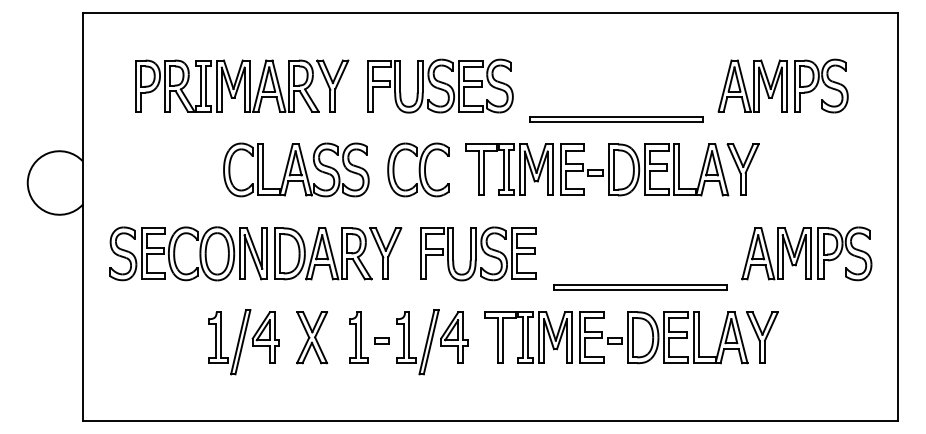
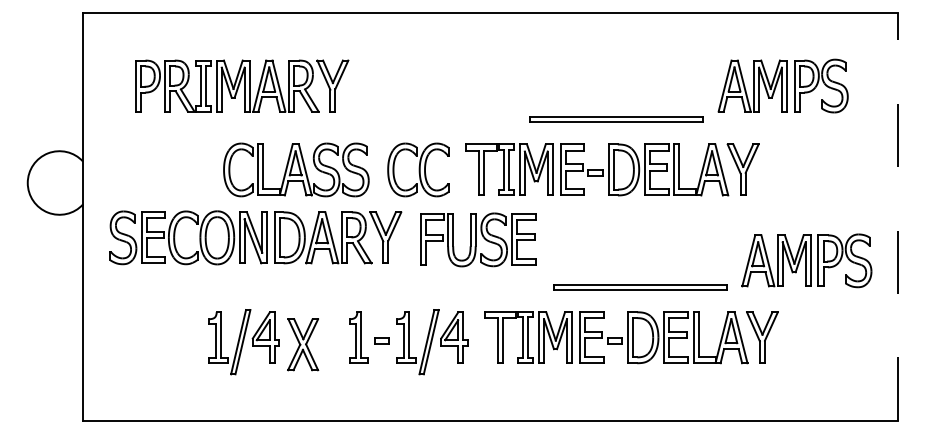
part at (440, 85): present -> none
line at (898, 217): solid -> dashed
part at (255, 253) position: (255, 253) -> (255, 237)
part at (478, 253) position: (478, 253) -> (478, 239)
part at (806, 253) position: (806, 253) -> (806, 260)
part at (312, 337) position: (312, 337) -> (303, 344)
